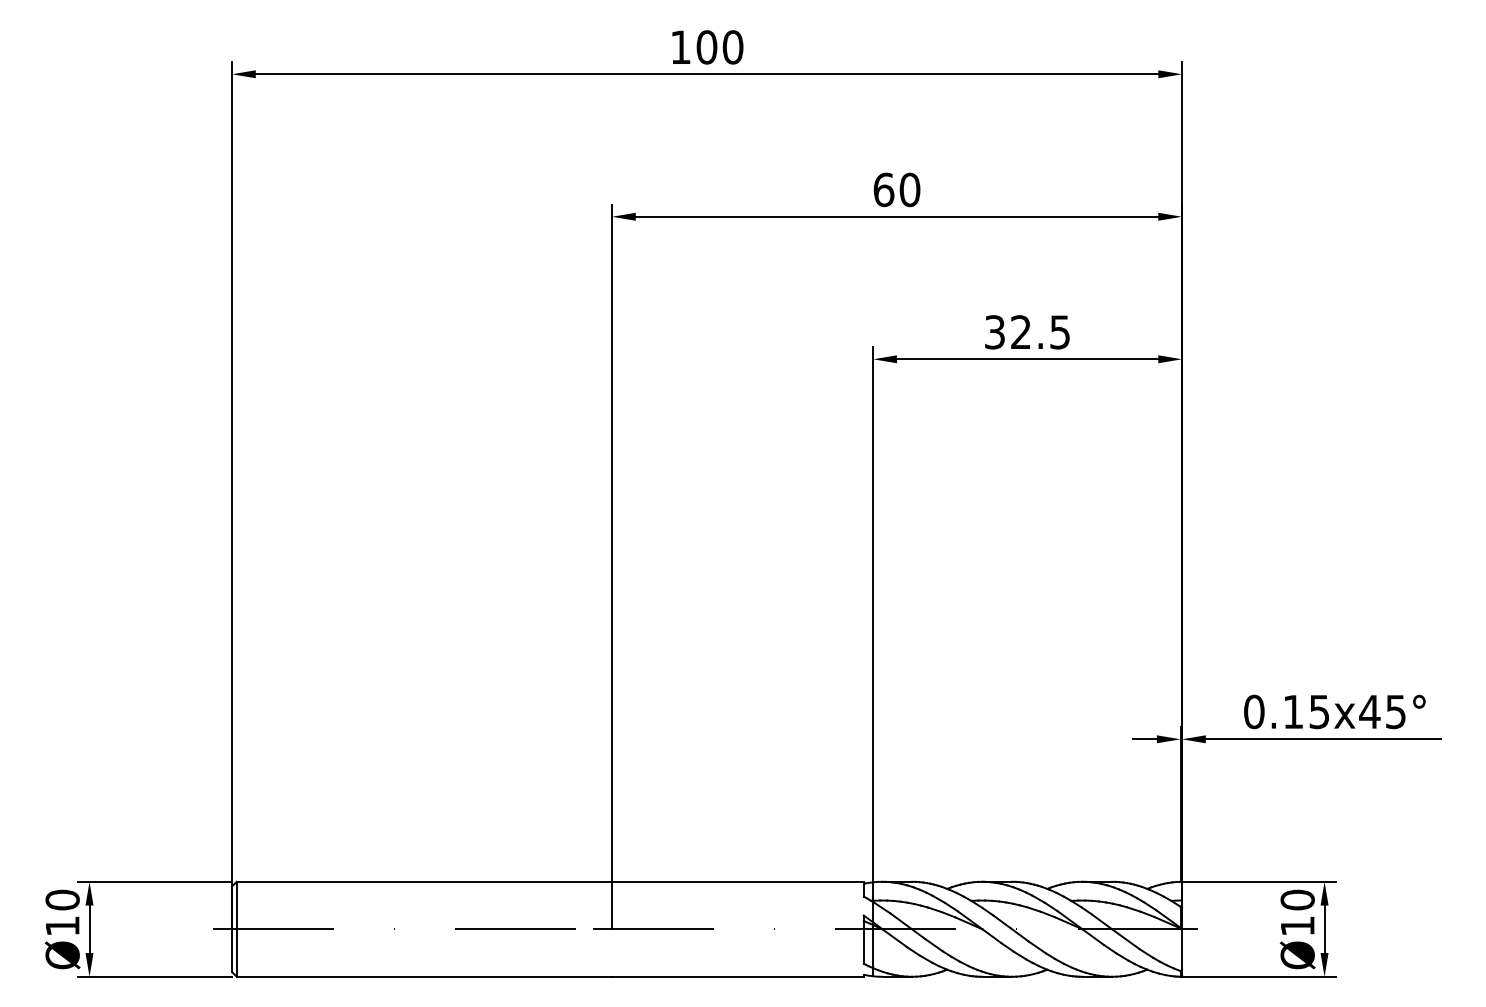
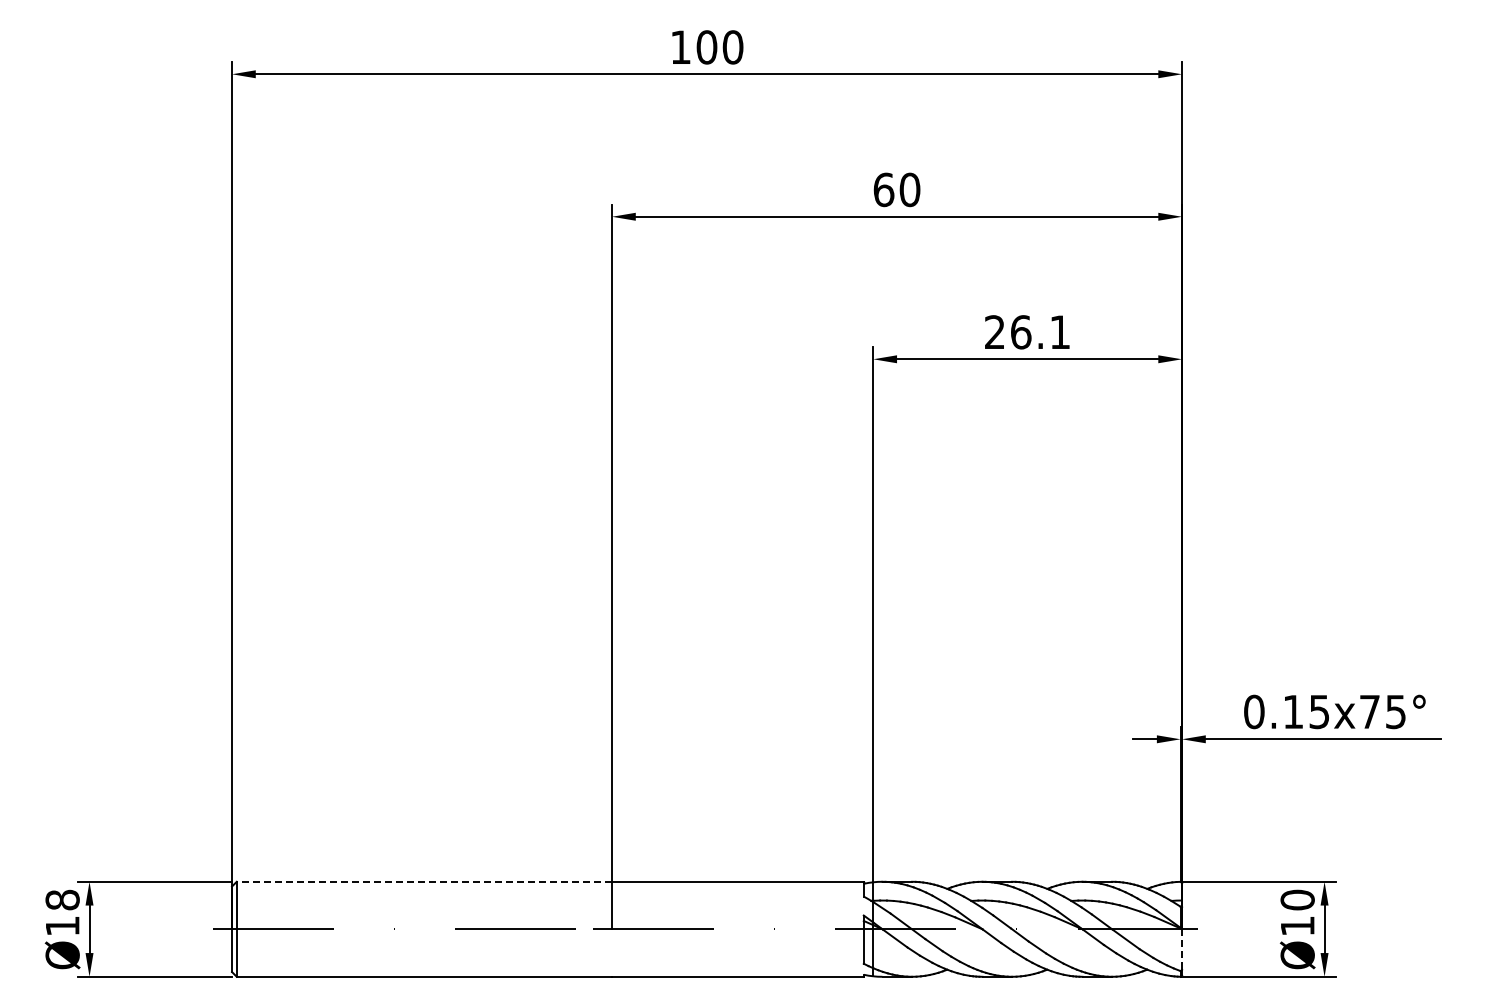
text at (1027, 332): 32.5 -> 26.1
text at (1369, 711): 0.15x45° -> 0.15x75°
line at (424, 881): solid -> dashed
text at (62, 899): Ø10 -> Ø18
line at (1182, 949): solid -> dashed
